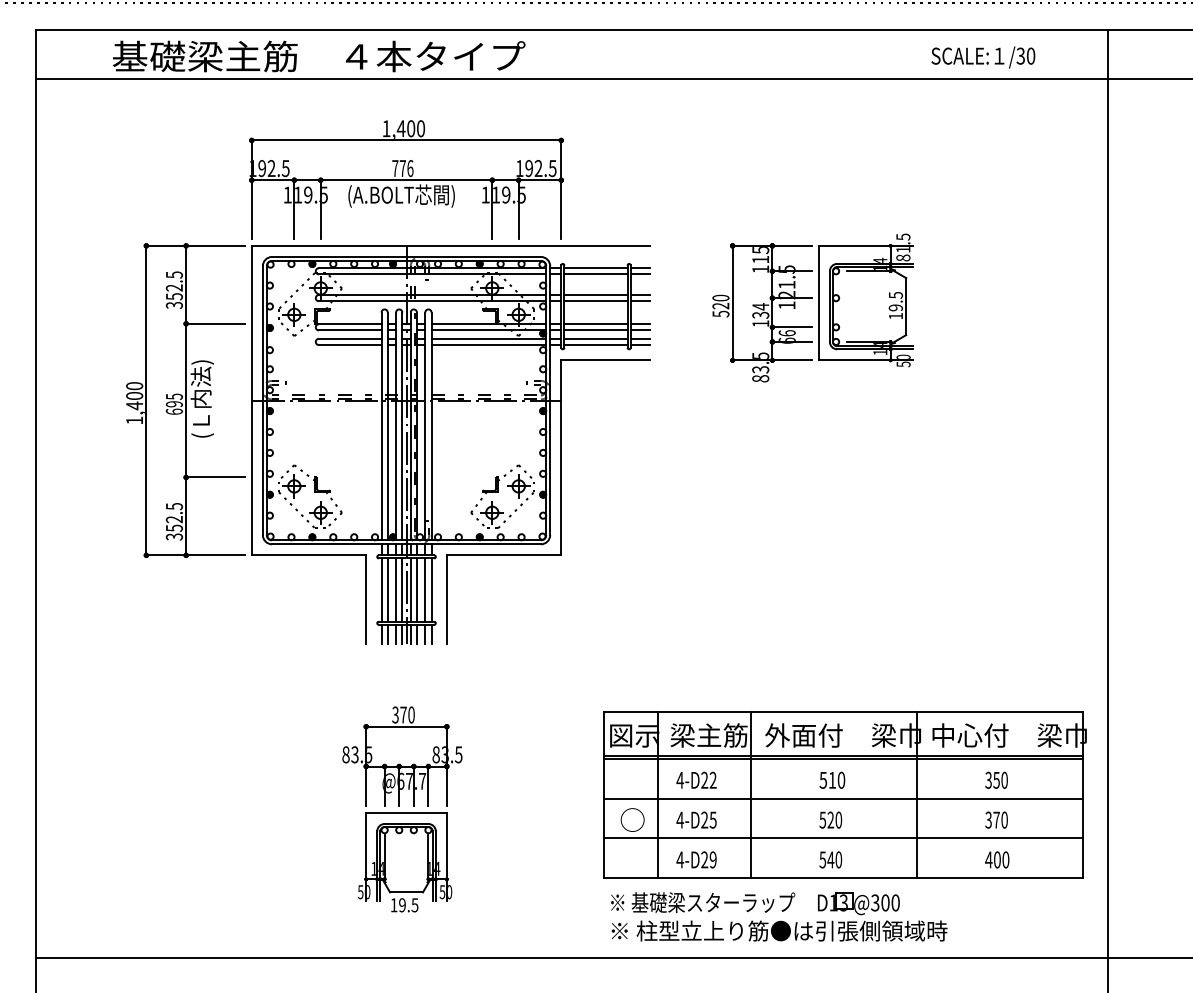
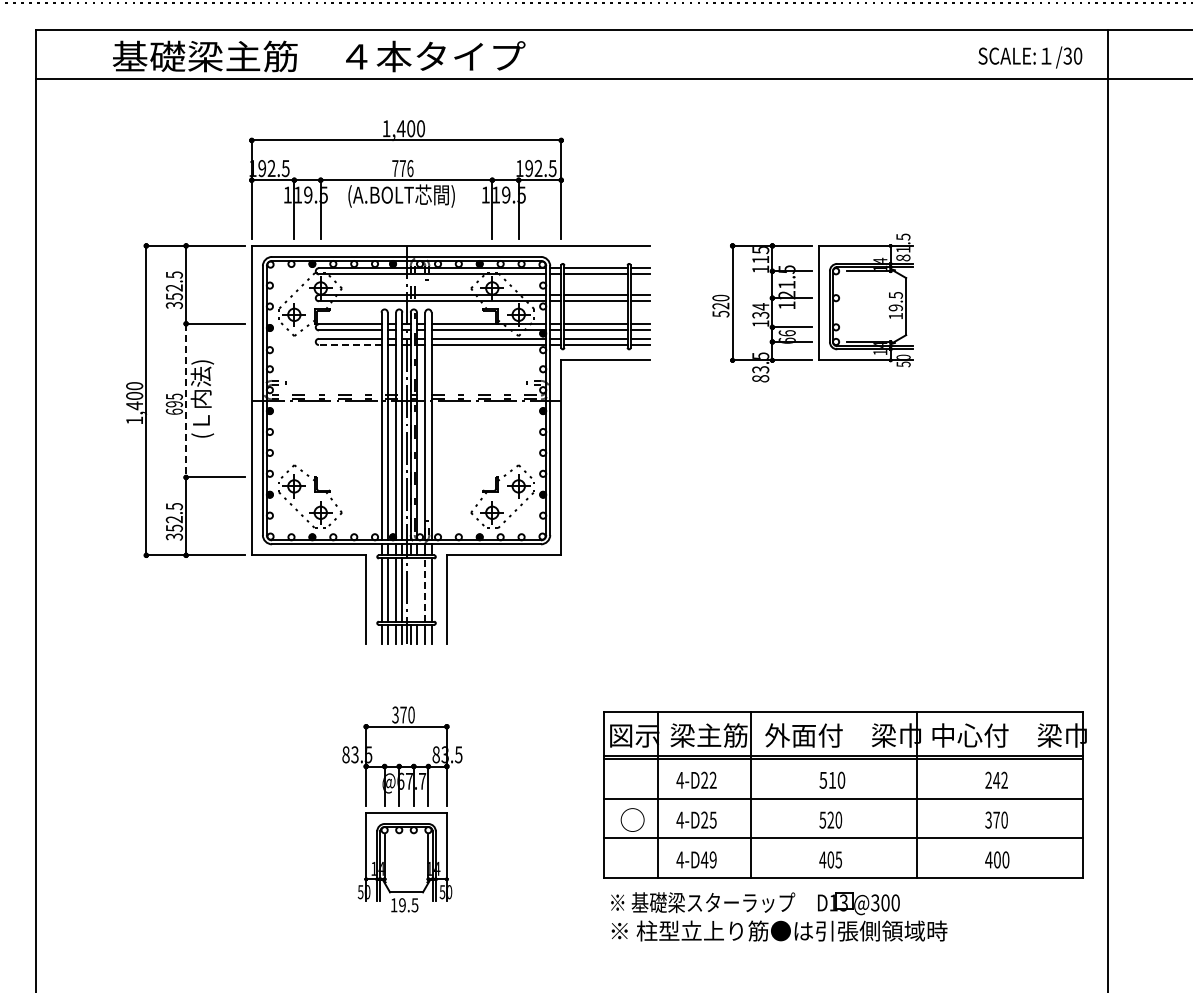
text at (983, 57) position: (983, 57) -> (1030, 57)
line at (349, 345): solid -> dashed
line at (186, 400): solid -> dashed
line at (410, 589): present -> none
line at (416, 589): present -> none
line at (425, 590): solid -> dashed
text at (996, 779): 350 -> 242
text at (704, 859): 4-D29 -> 4-D49
text at (830, 859): 540 -> 405
line at (612, 957): present -> none
